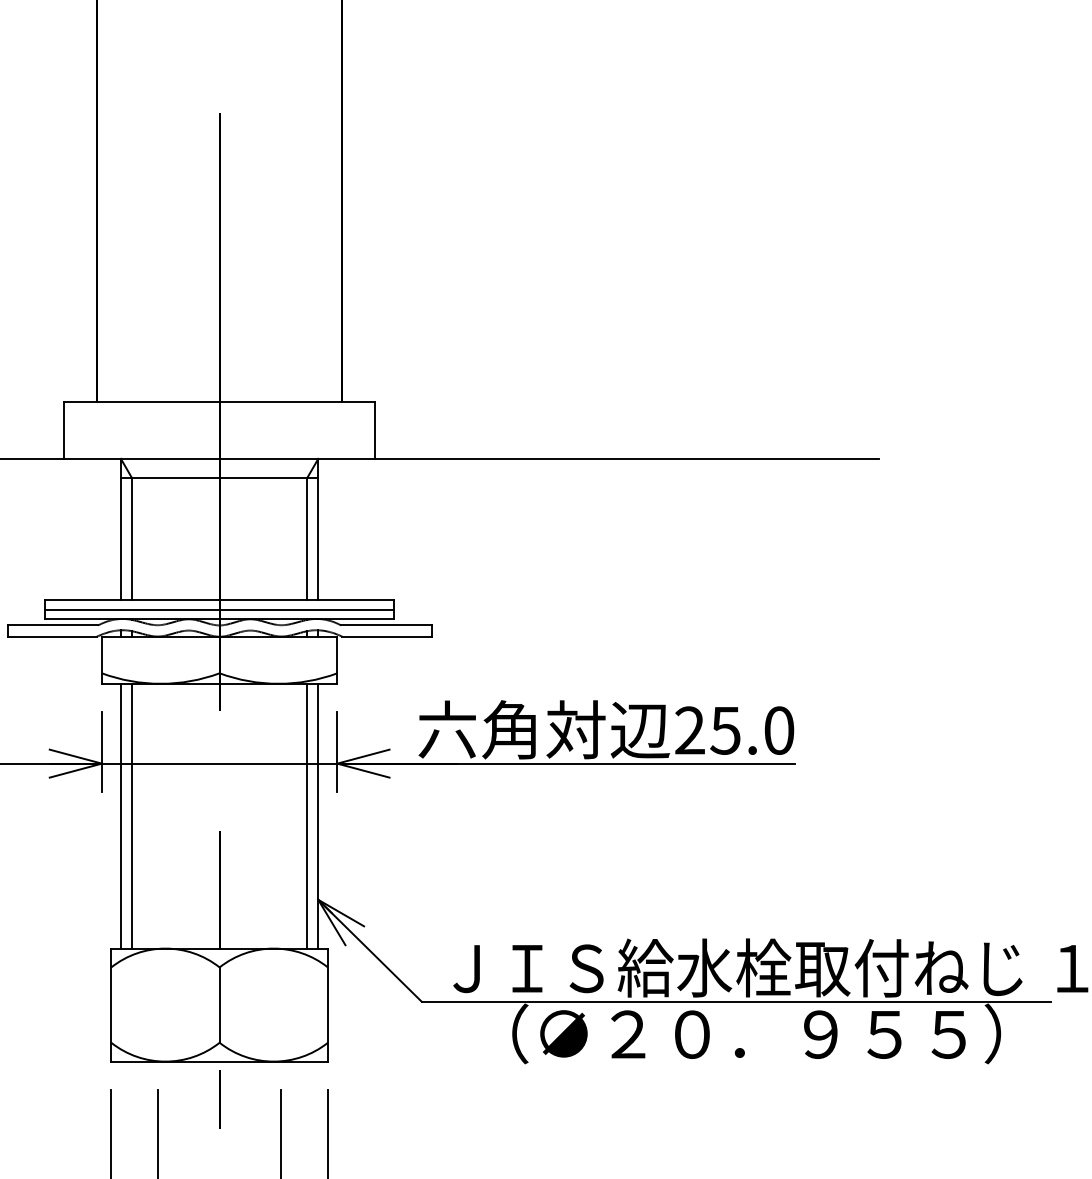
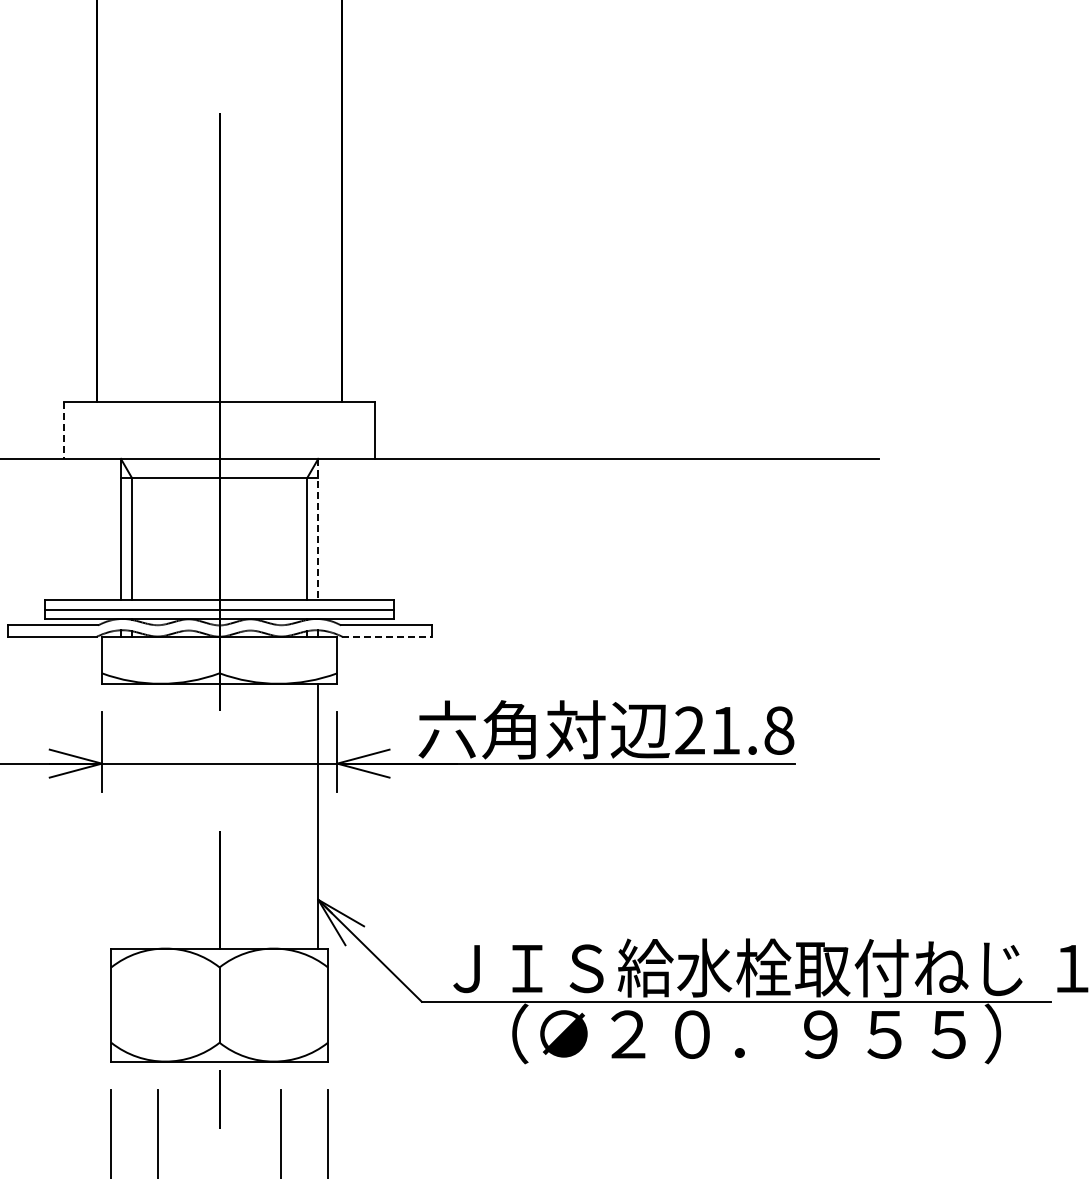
line at (64, 431): solid -> dashed
line at (318, 529): solid -> dashed
line at (386, 636): solid -> dashed
text at (752, 730): 25.0 -> 21.8
line at (120, 815): present -> none
line at (131, 815): present -> none
line at (307, 815): present -> none
